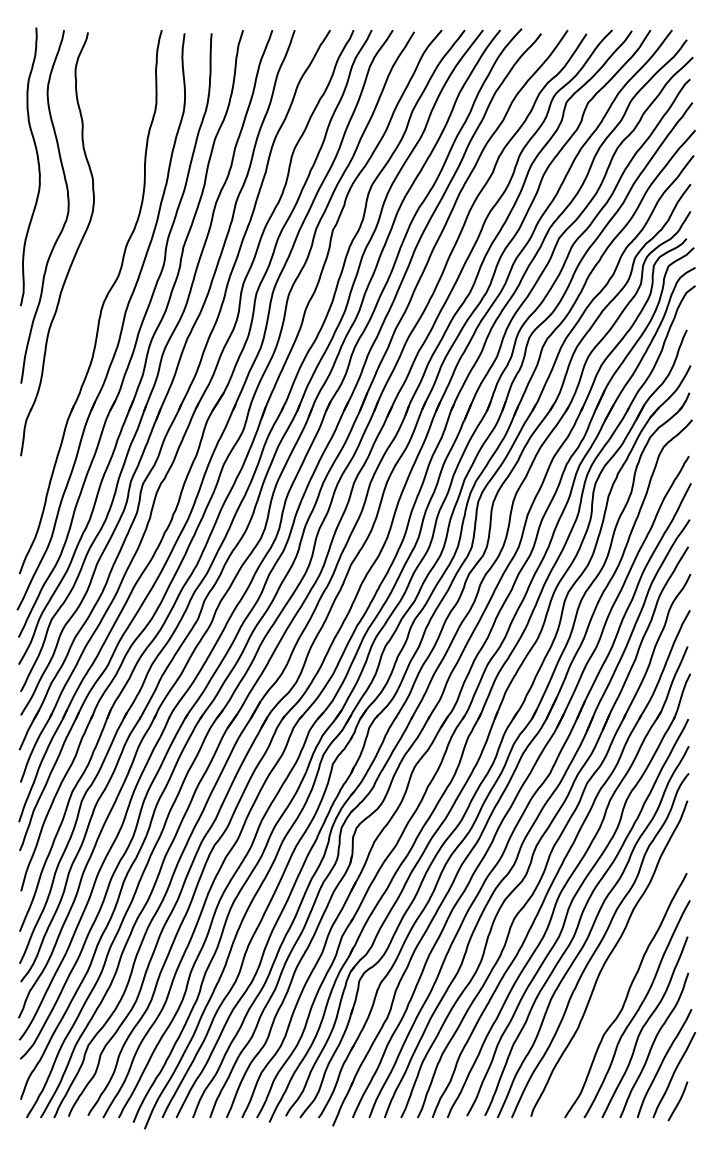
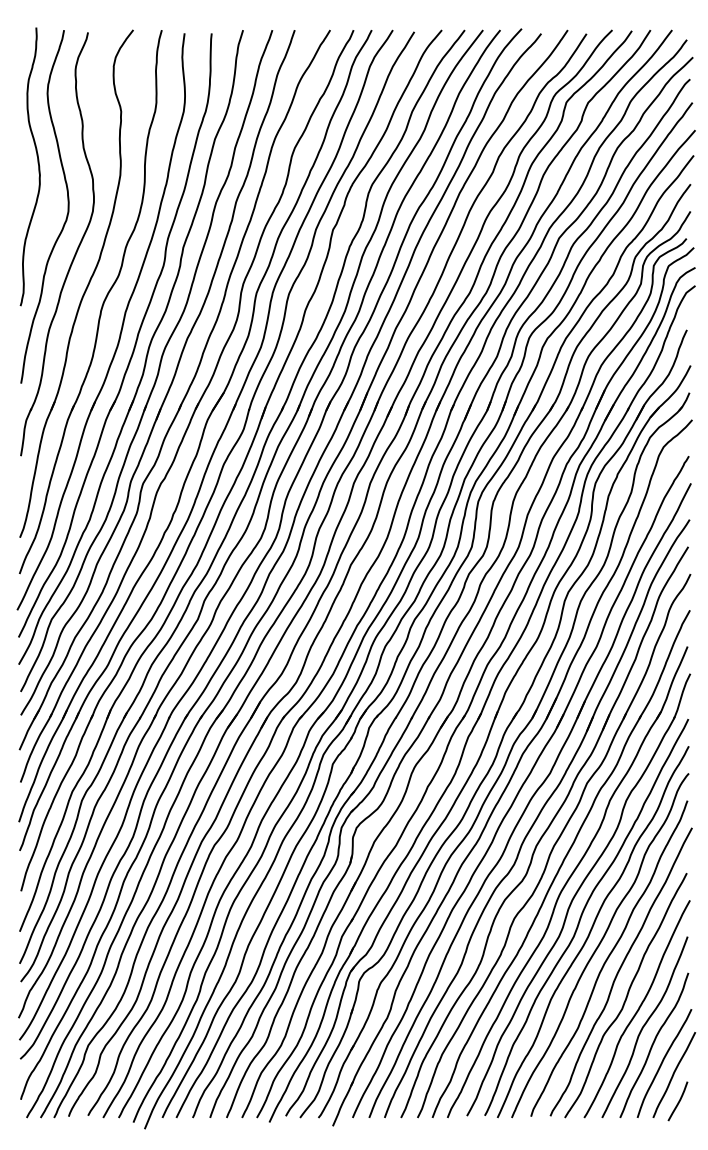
part at (85, 288): none -> present
curve at (620, 970): none -> present
